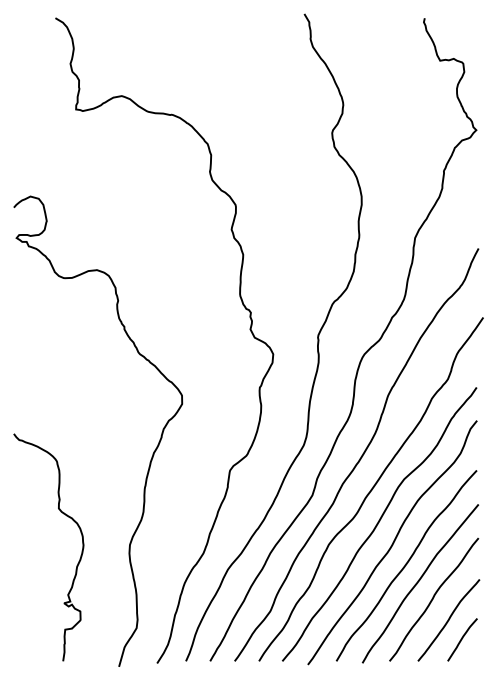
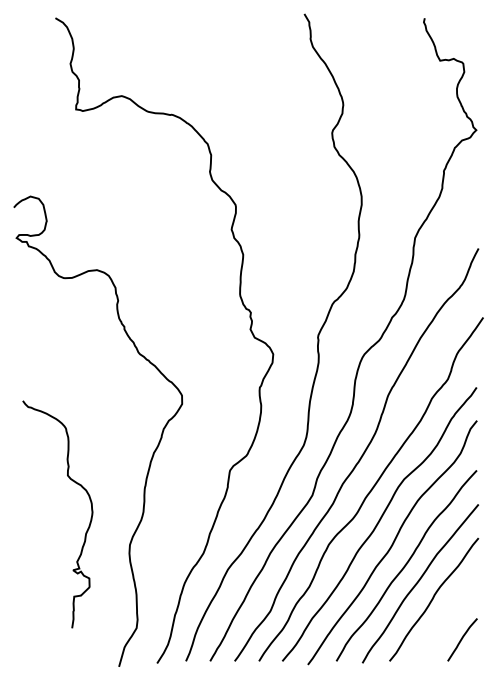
curve at (79, 558) position: (79, 558) -> (88, 525)
curve at (448, 620): present -> none
